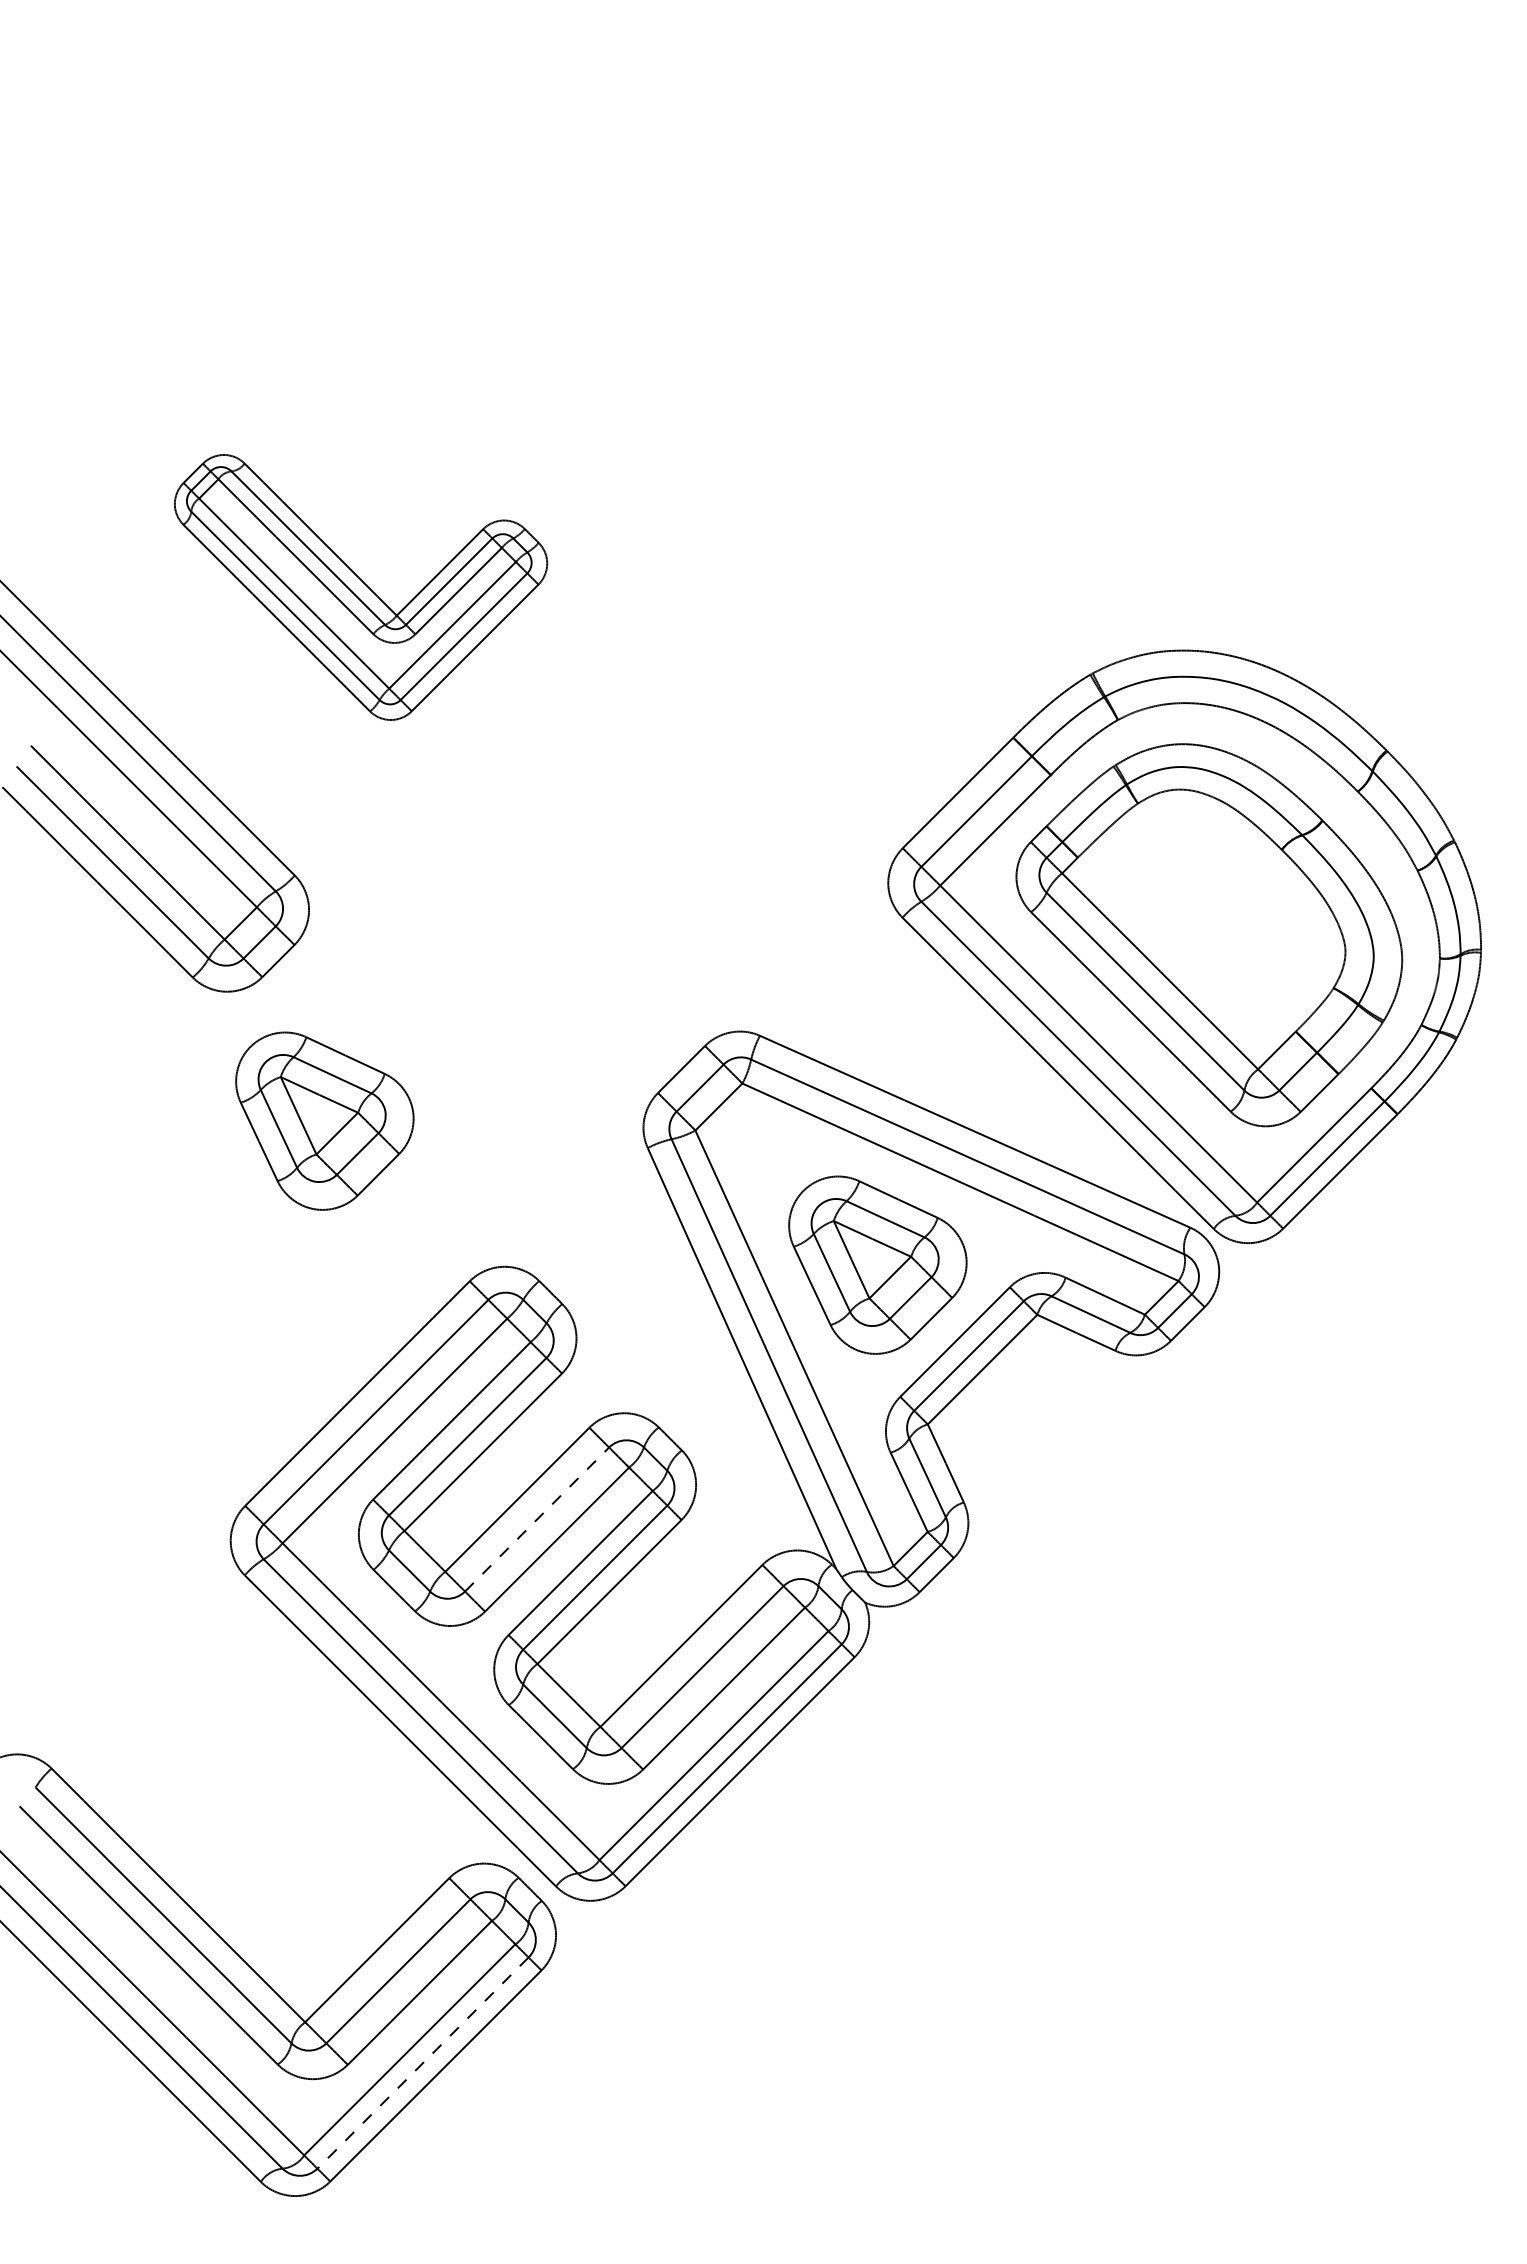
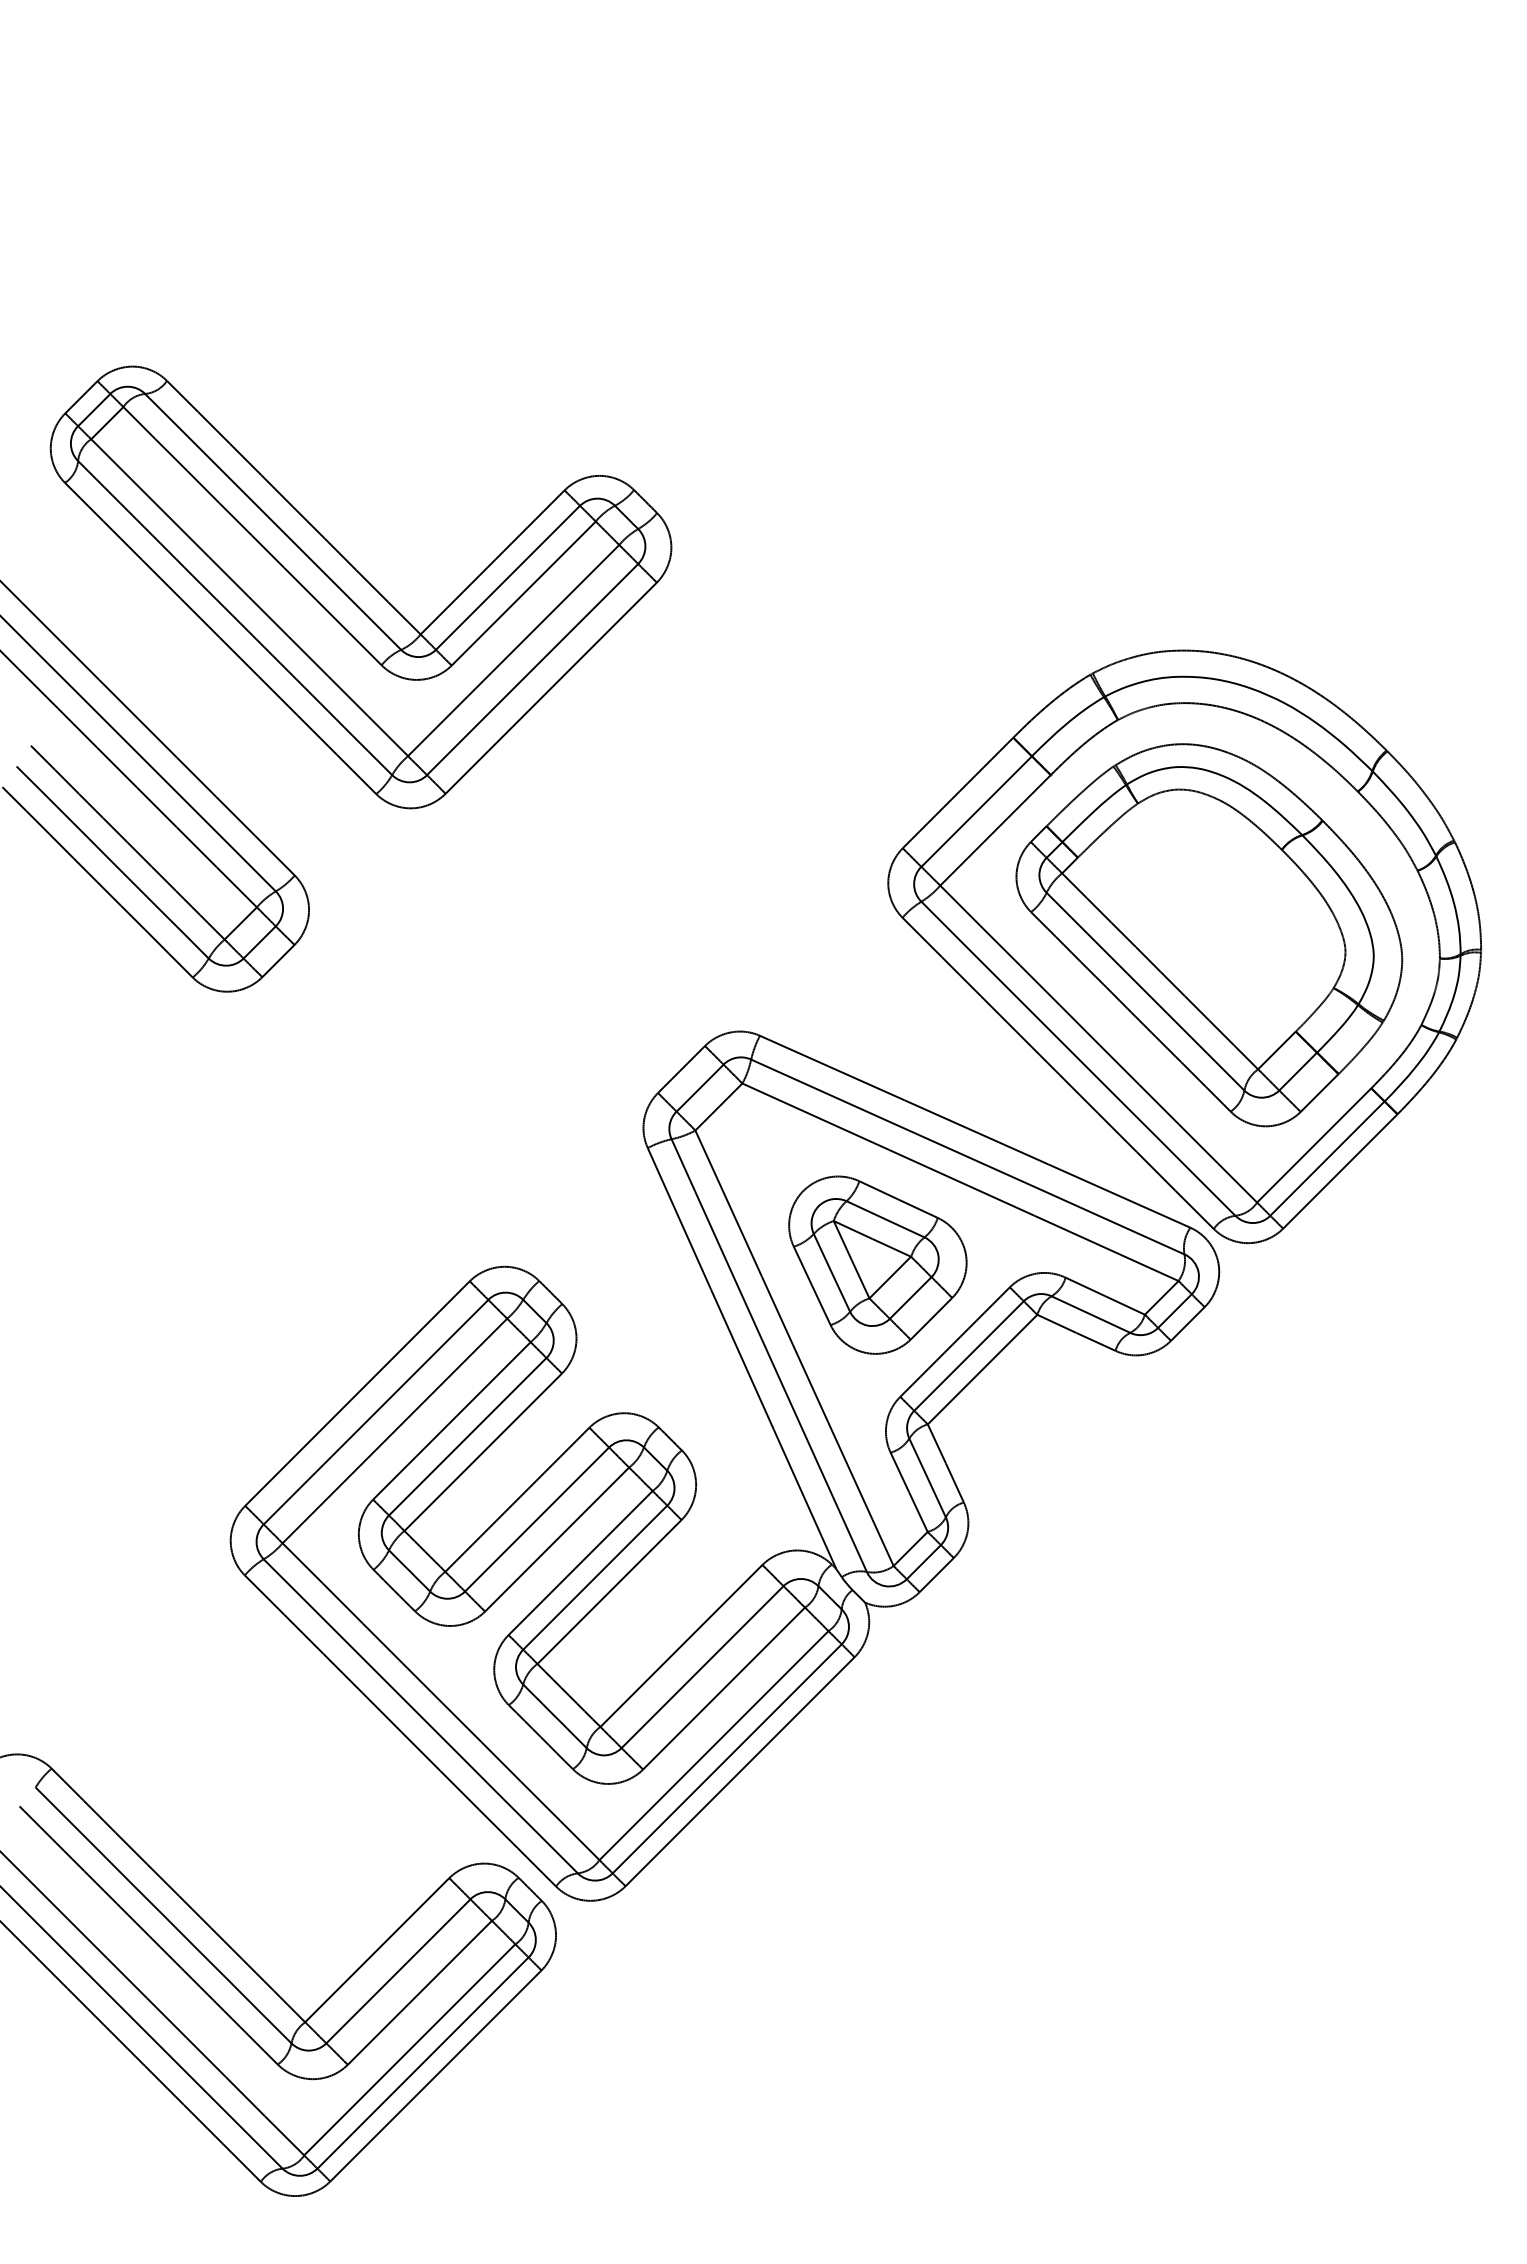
part at (361, 587) size: 375x267 px -> 624x445 px
part at (324, 1120): present -> none
line at (537, 1519): dashed -> solid
line at (422, 2063): dashed -> solid
